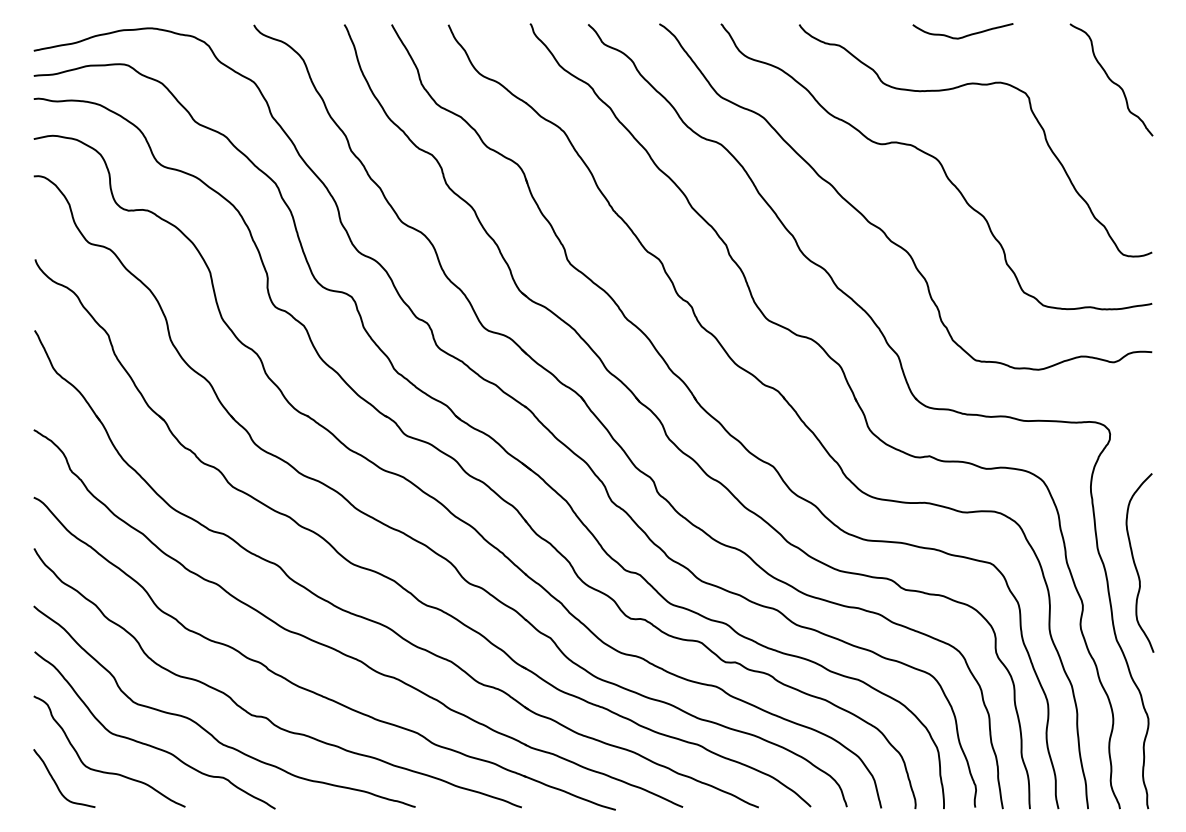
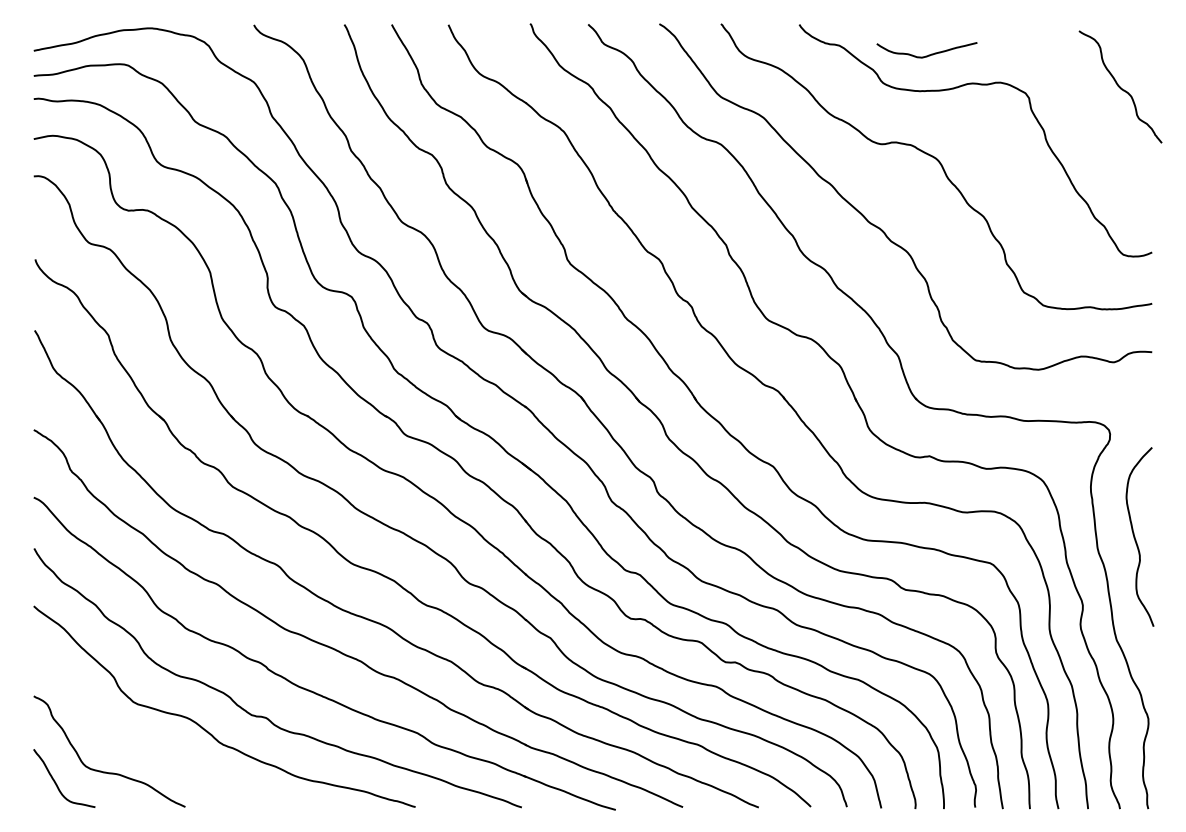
curve at (964, 35) position: (964, 35) -> (928, 54)
curve at (1111, 79) position: (1111, 79) -> (1120, 86)
curve at (1135, 562) position: (1135, 562) -> (1135, 536)
curve at (149, 744): present -> none
